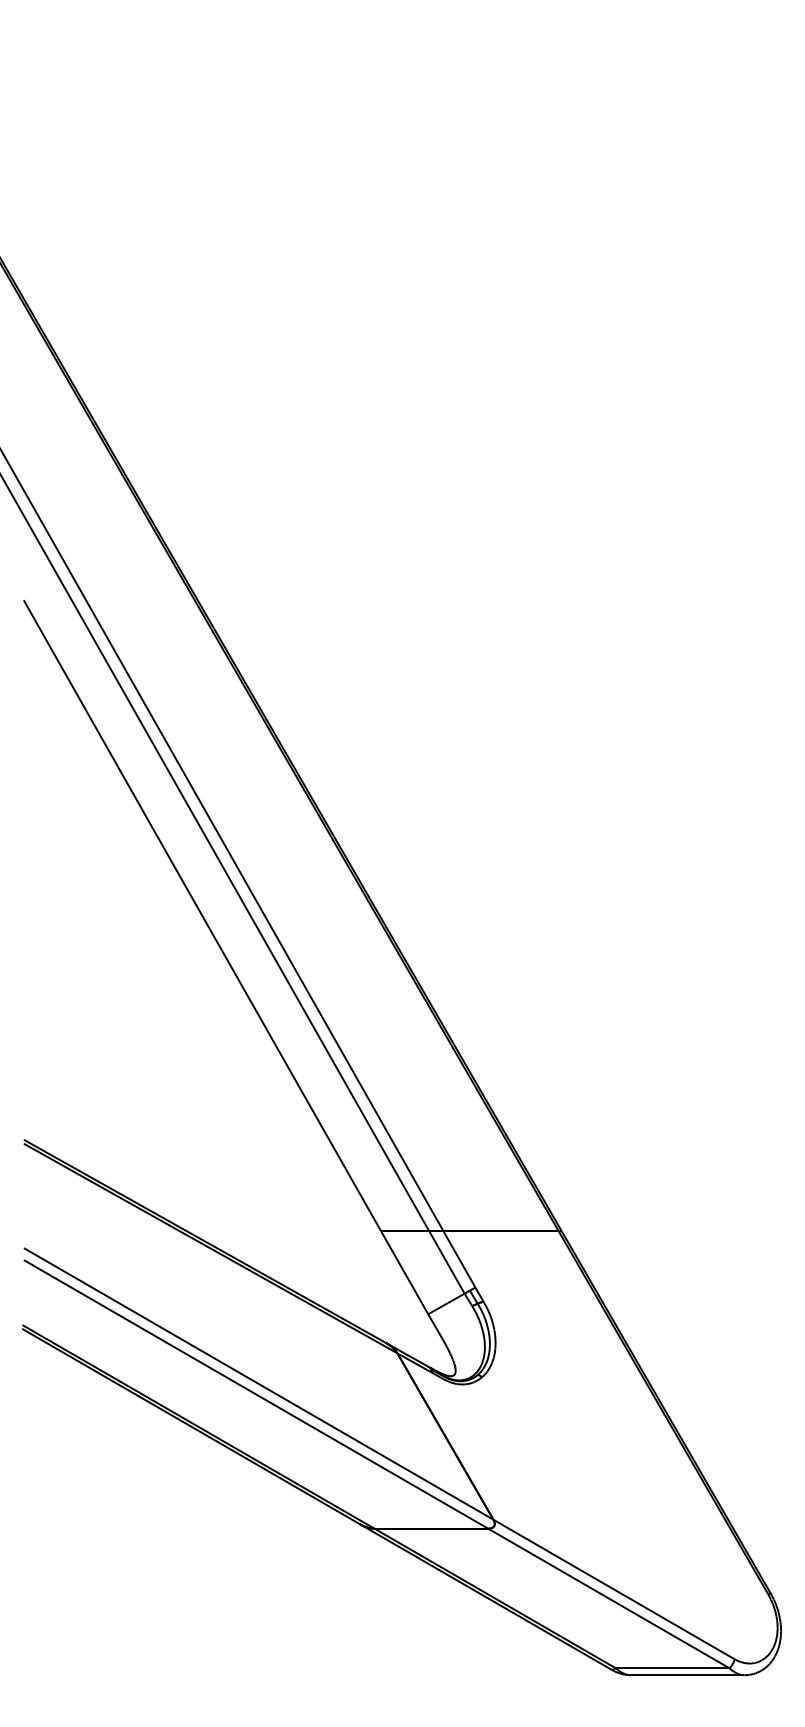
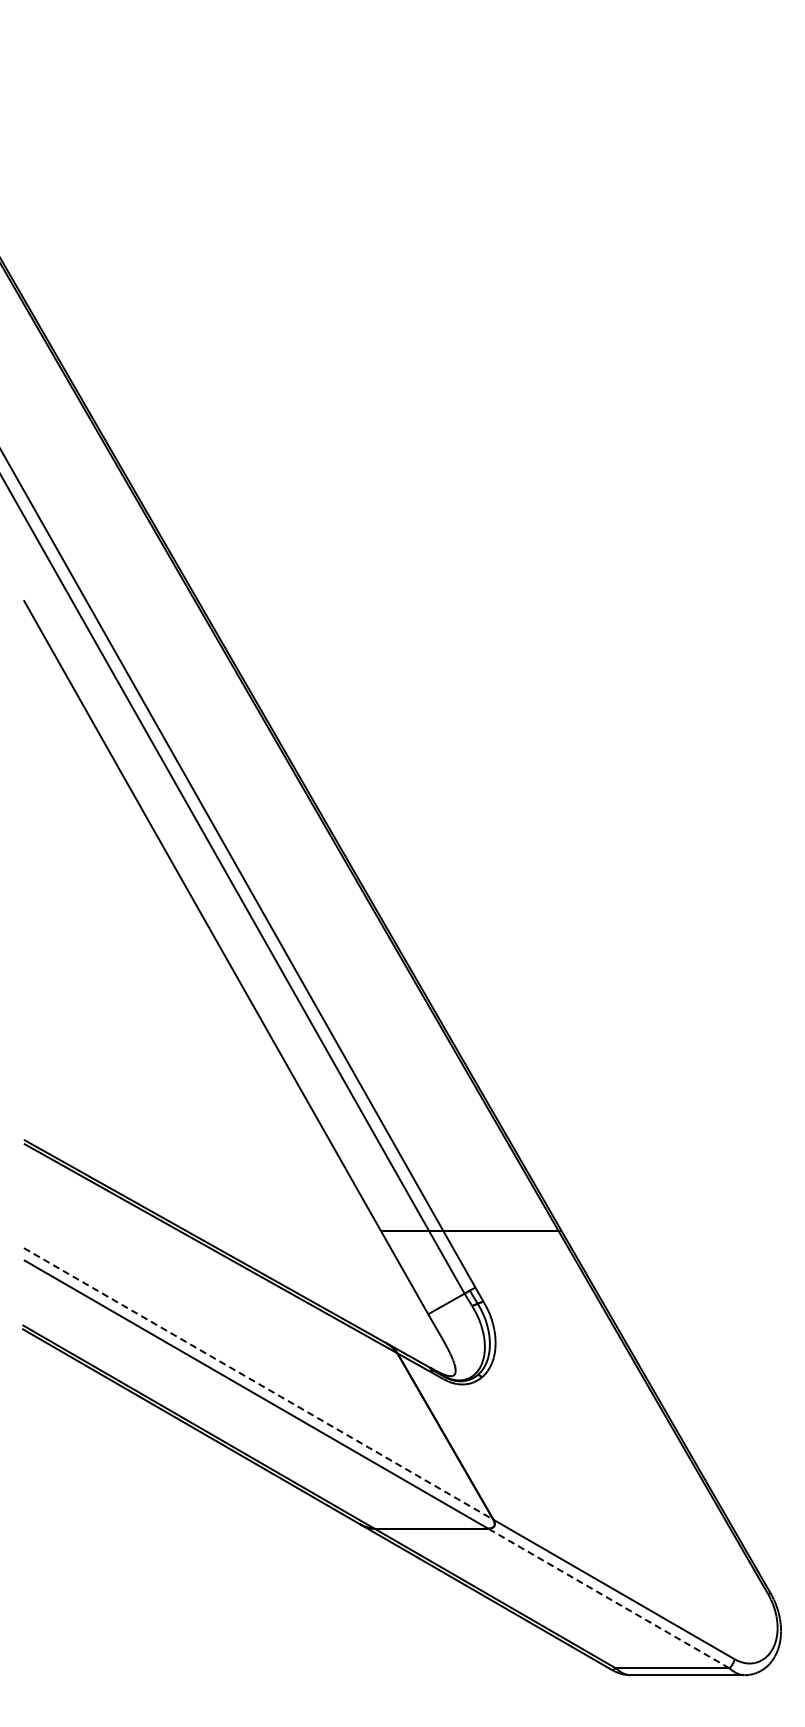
line at (259, 1384): solid -> dashed
line at (608, 1598): solid -> dashed
